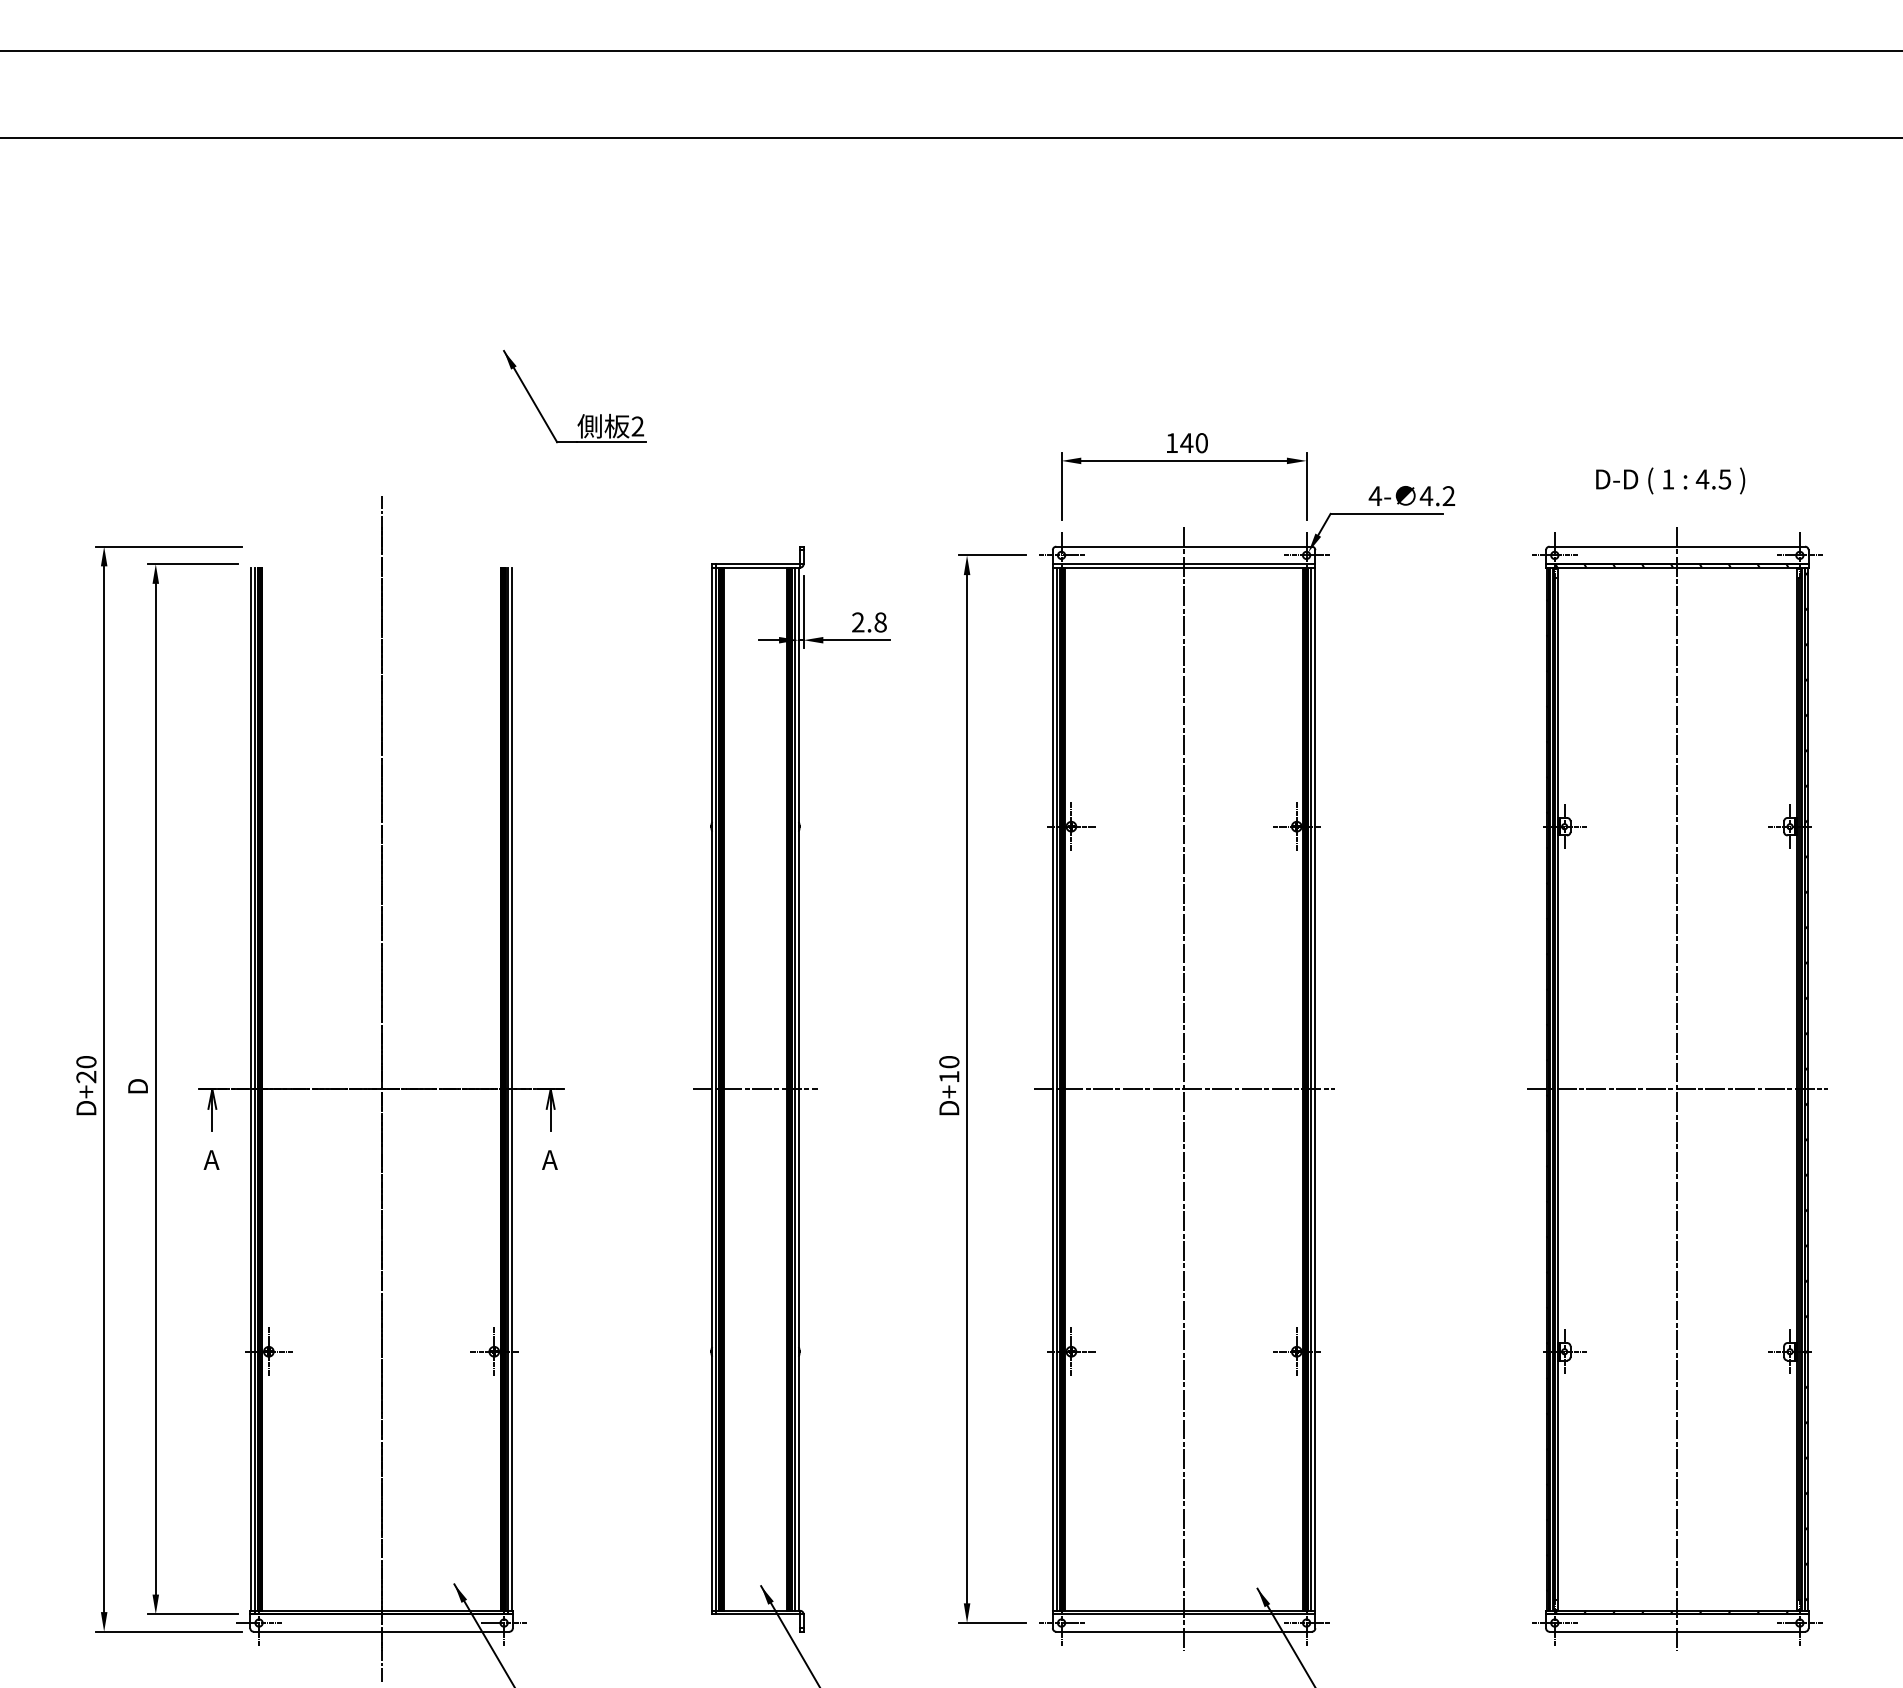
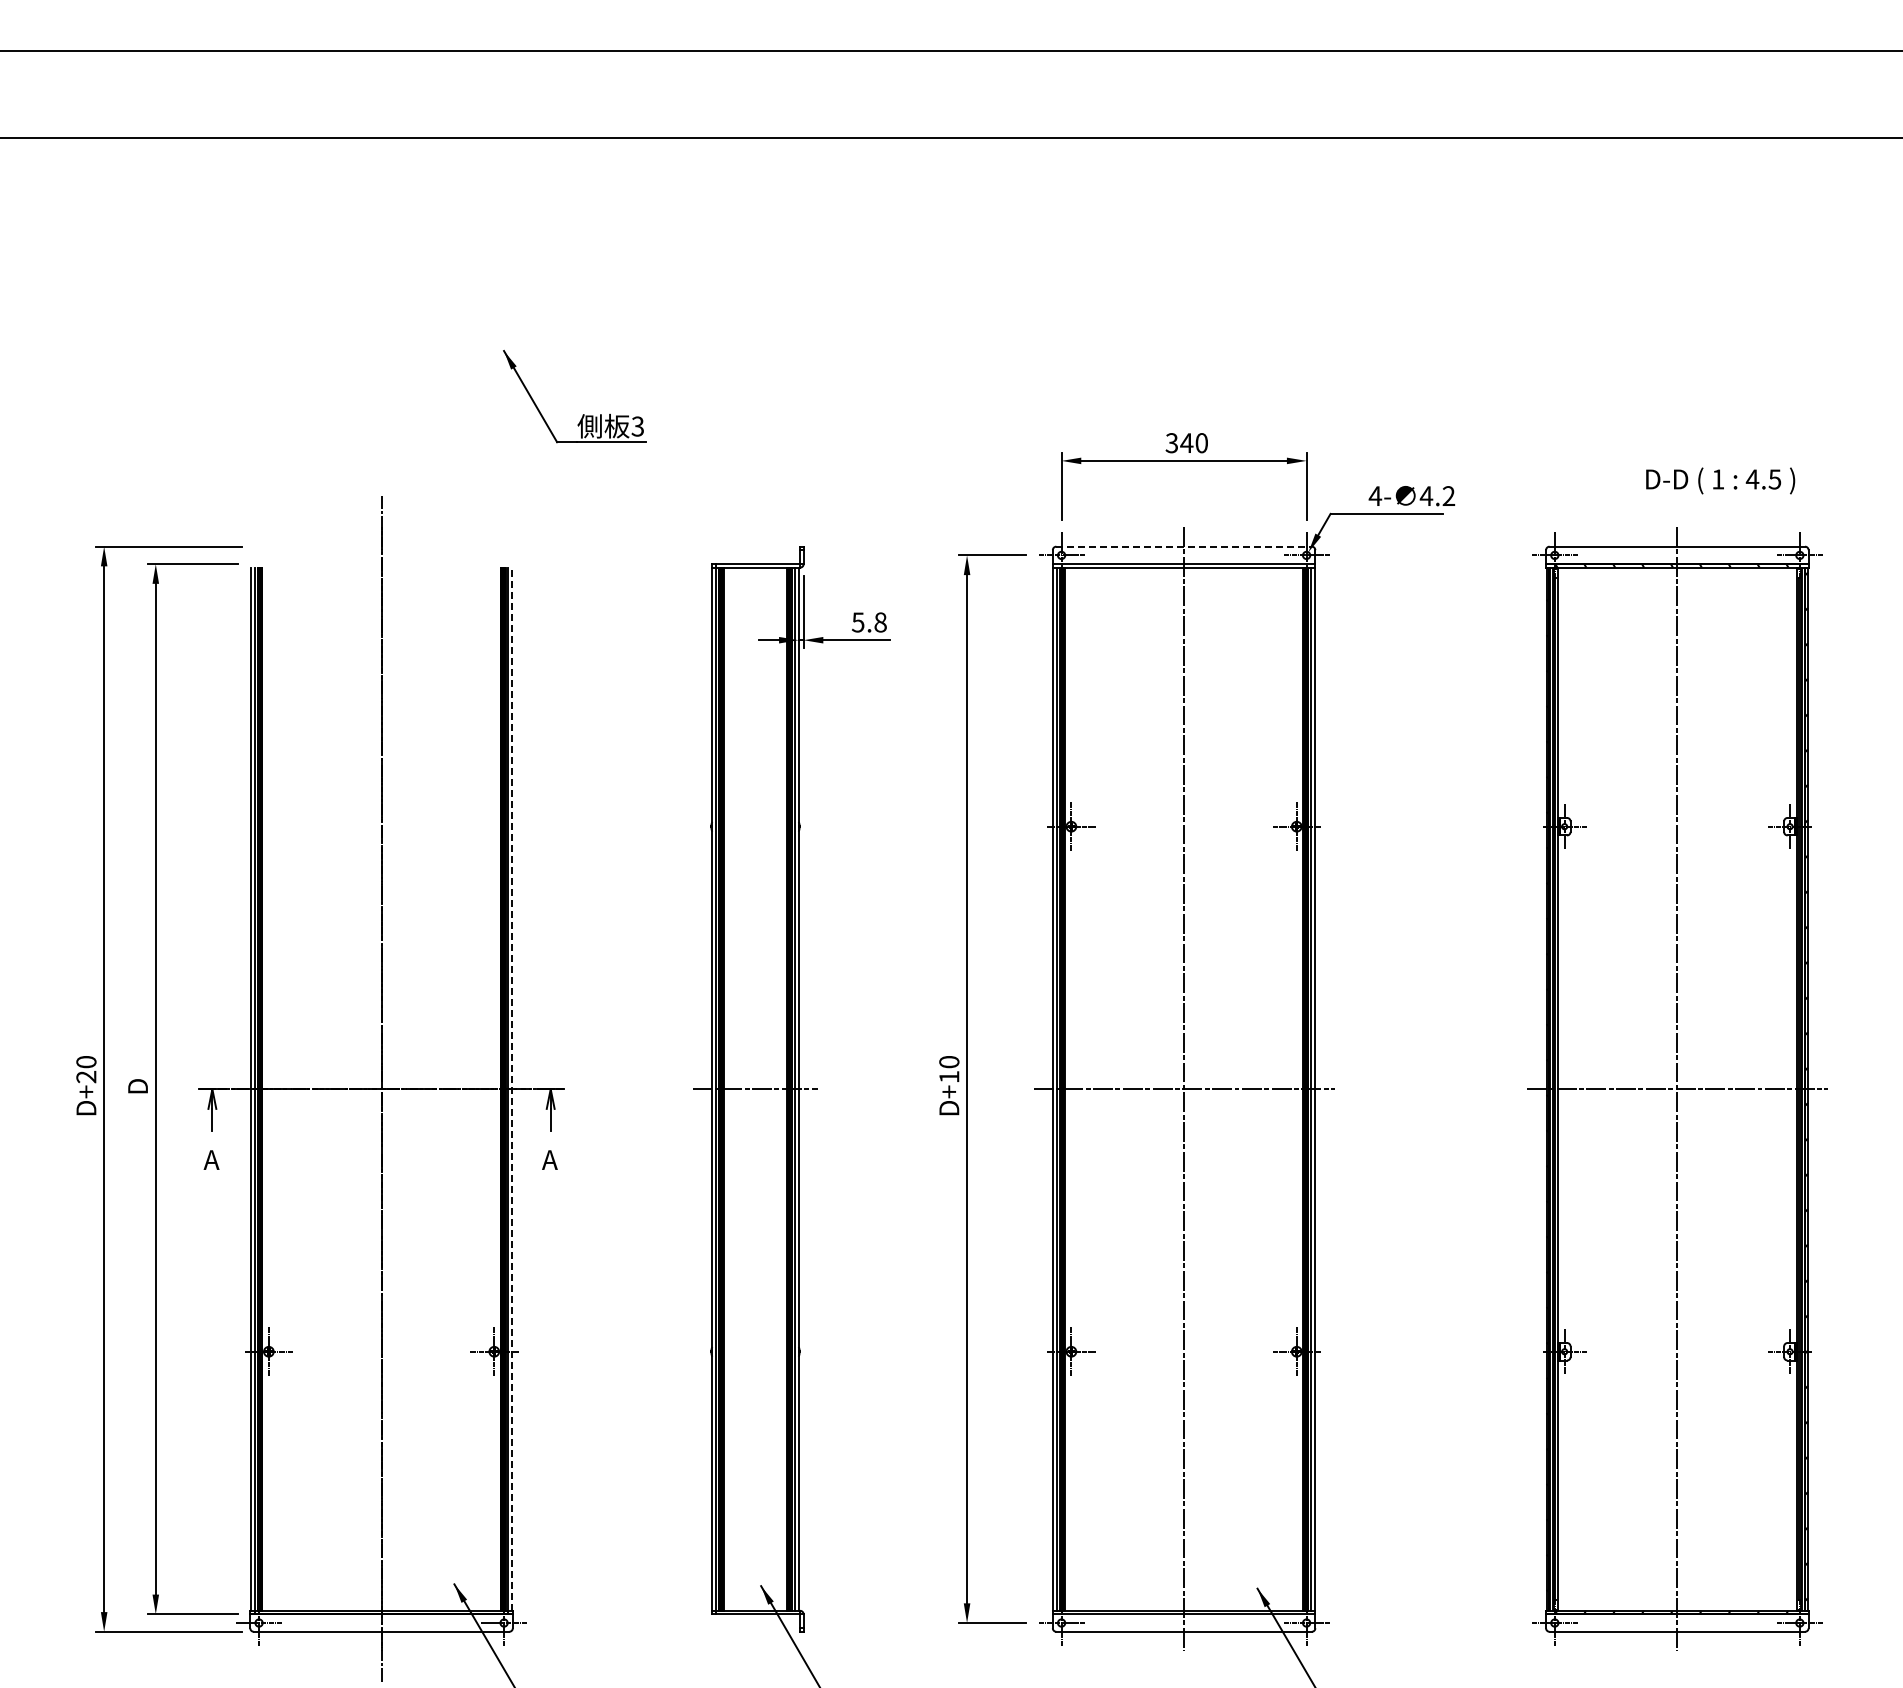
text at (637, 426): 2 -> 3
text at (1171, 443): 140 -> 340
text at (1670, 480) position: (1670, 480) -> (1720, 480)
line at (1184, 546): solid -> dashed
text at (858, 622): 2.8 -> 5.8
line at (512, 1089): solid -> dashed
